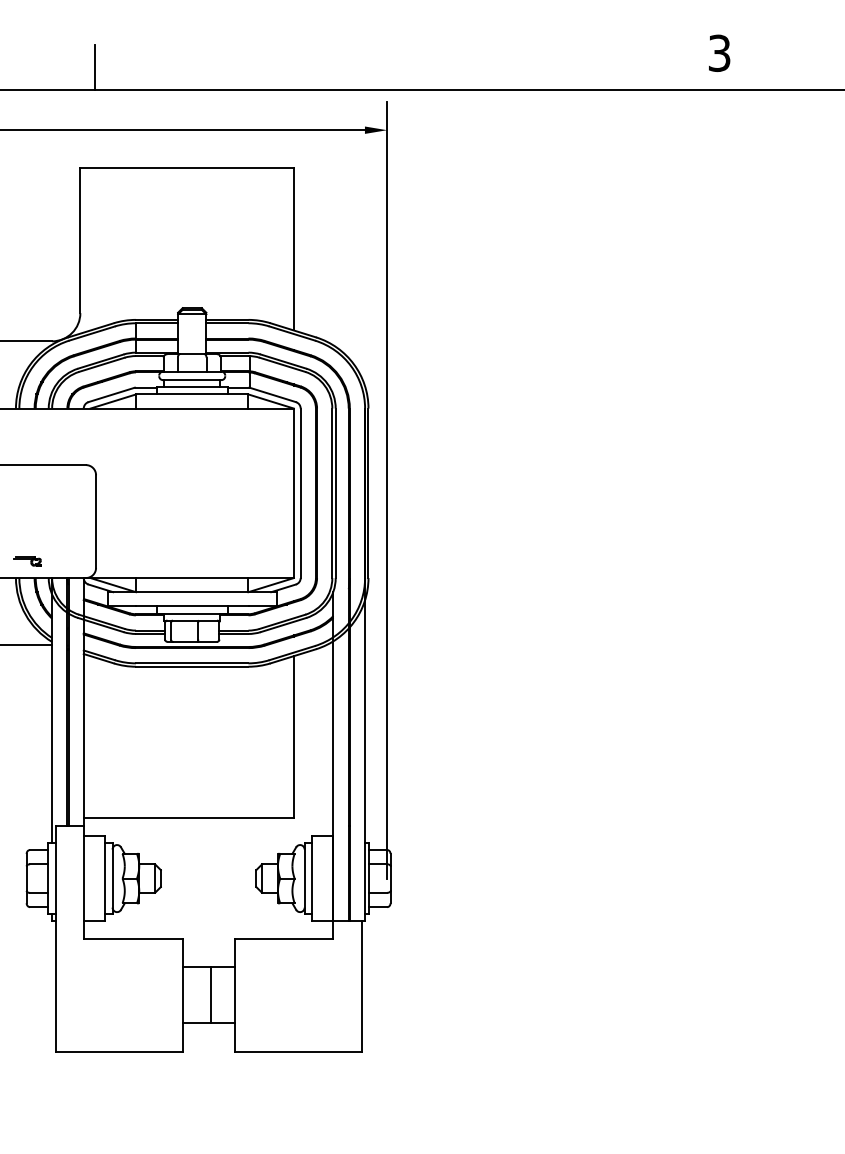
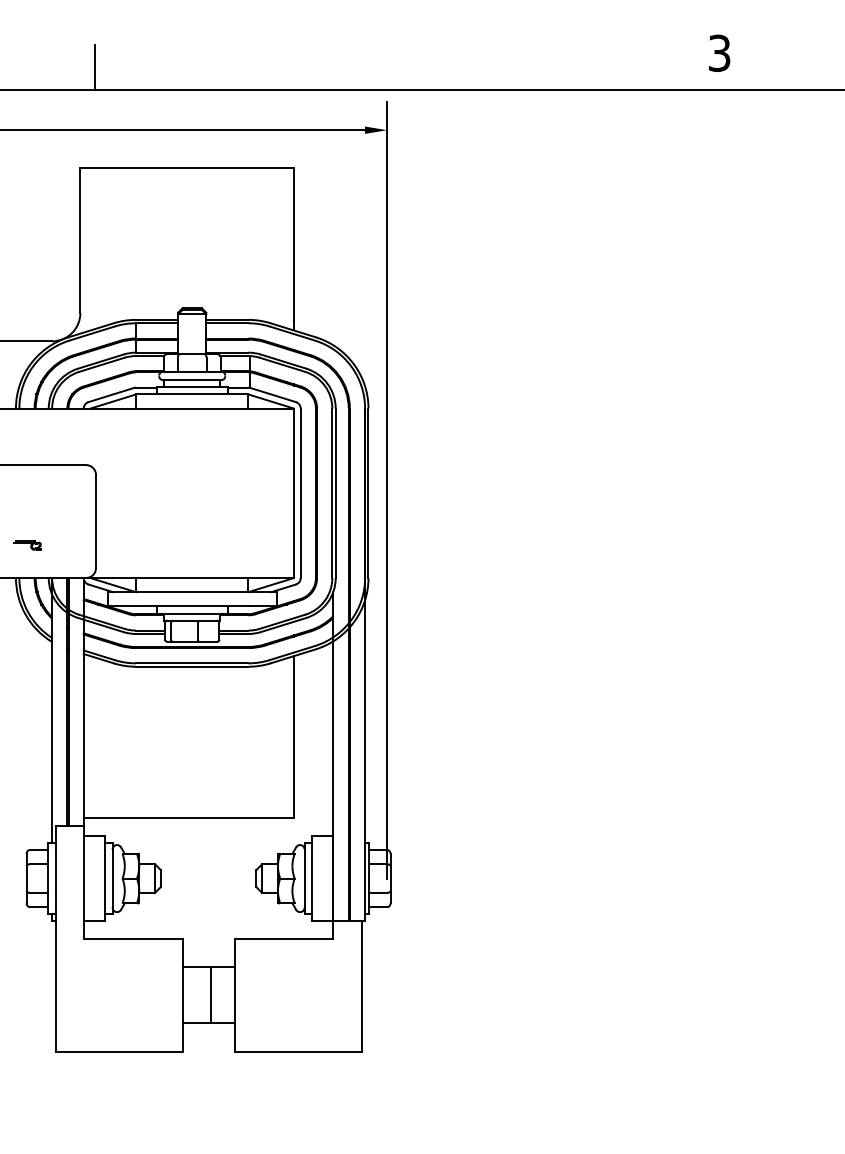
part at (27, 561) position: (27, 561) -> (27, 545)
line at (27, 645): present -> none
